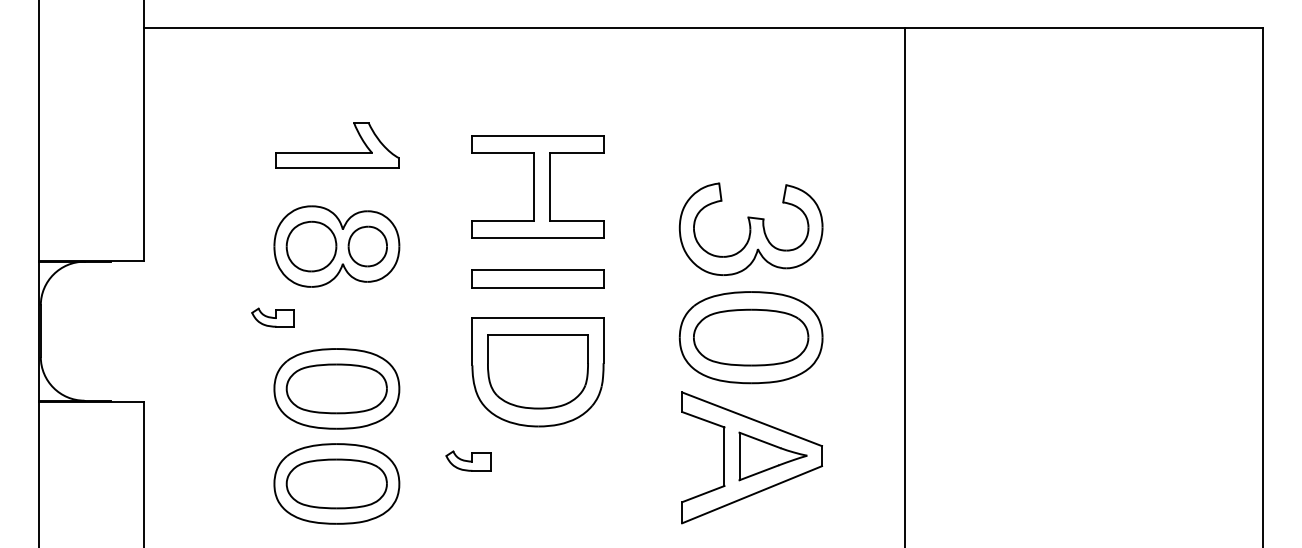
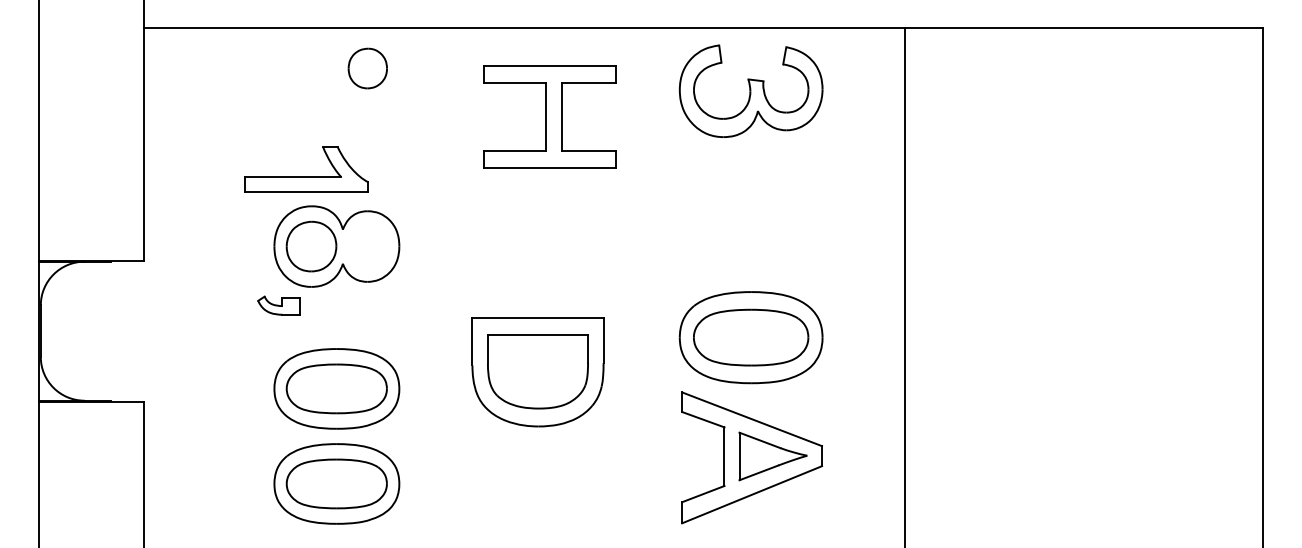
part at (337, 152) position: (337, 152) -> (306, 176)
part at (537, 186) position: (537, 186) -> (549, 116)
part at (750, 228) position: (750, 228) -> (750, 90)
part at (367, 246) position: (367, 246) -> (367, 68)
part at (537, 278): present -> none
part at (272, 317) position: (272, 317) -> (278, 305)
part at (468, 460): present -> none
